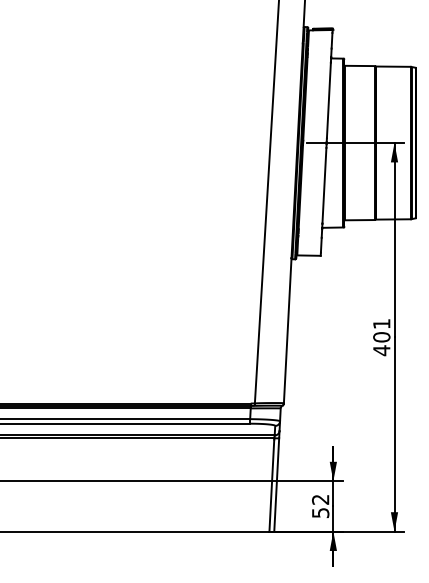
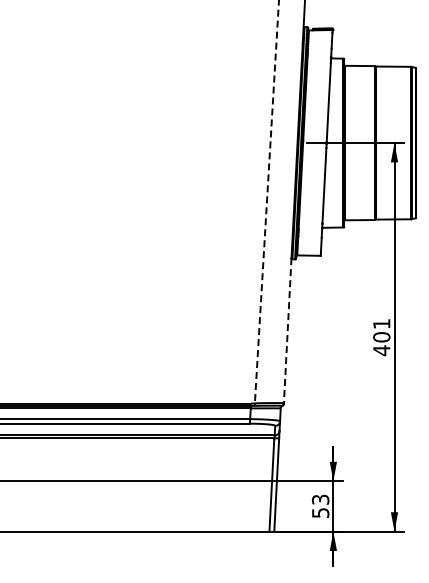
line at (266, 201): solid -> dashed
line at (287, 330): solid -> dashed
text at (320, 499): 52 -> 53
